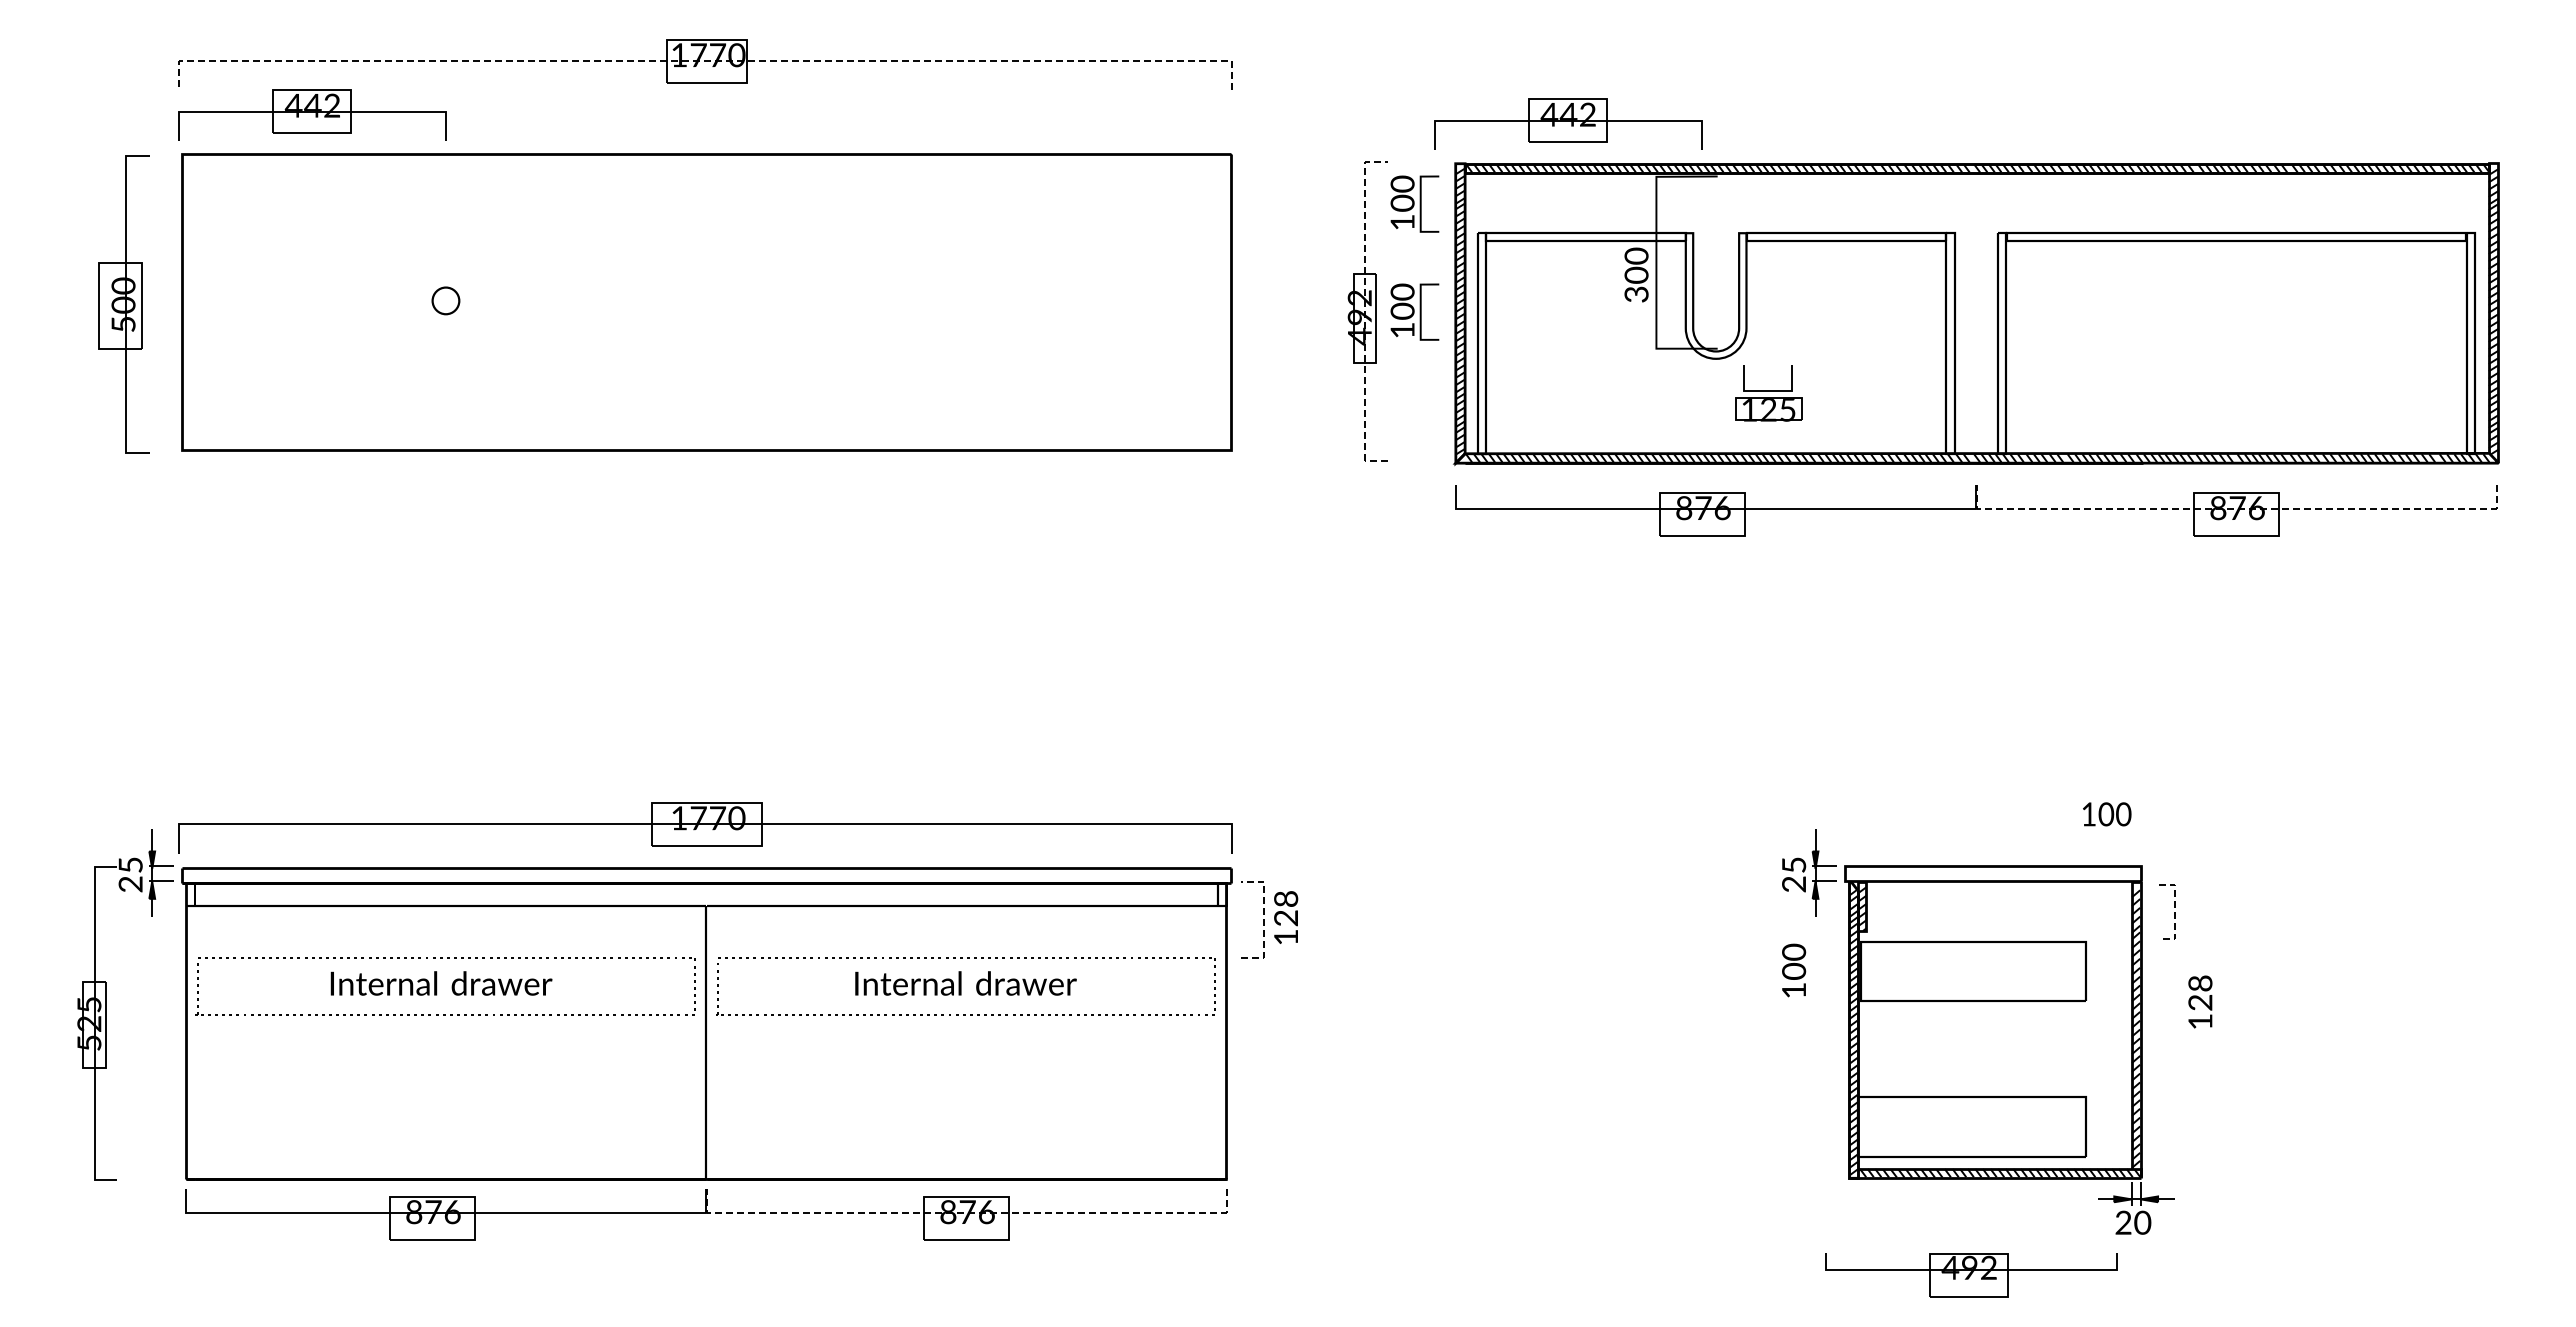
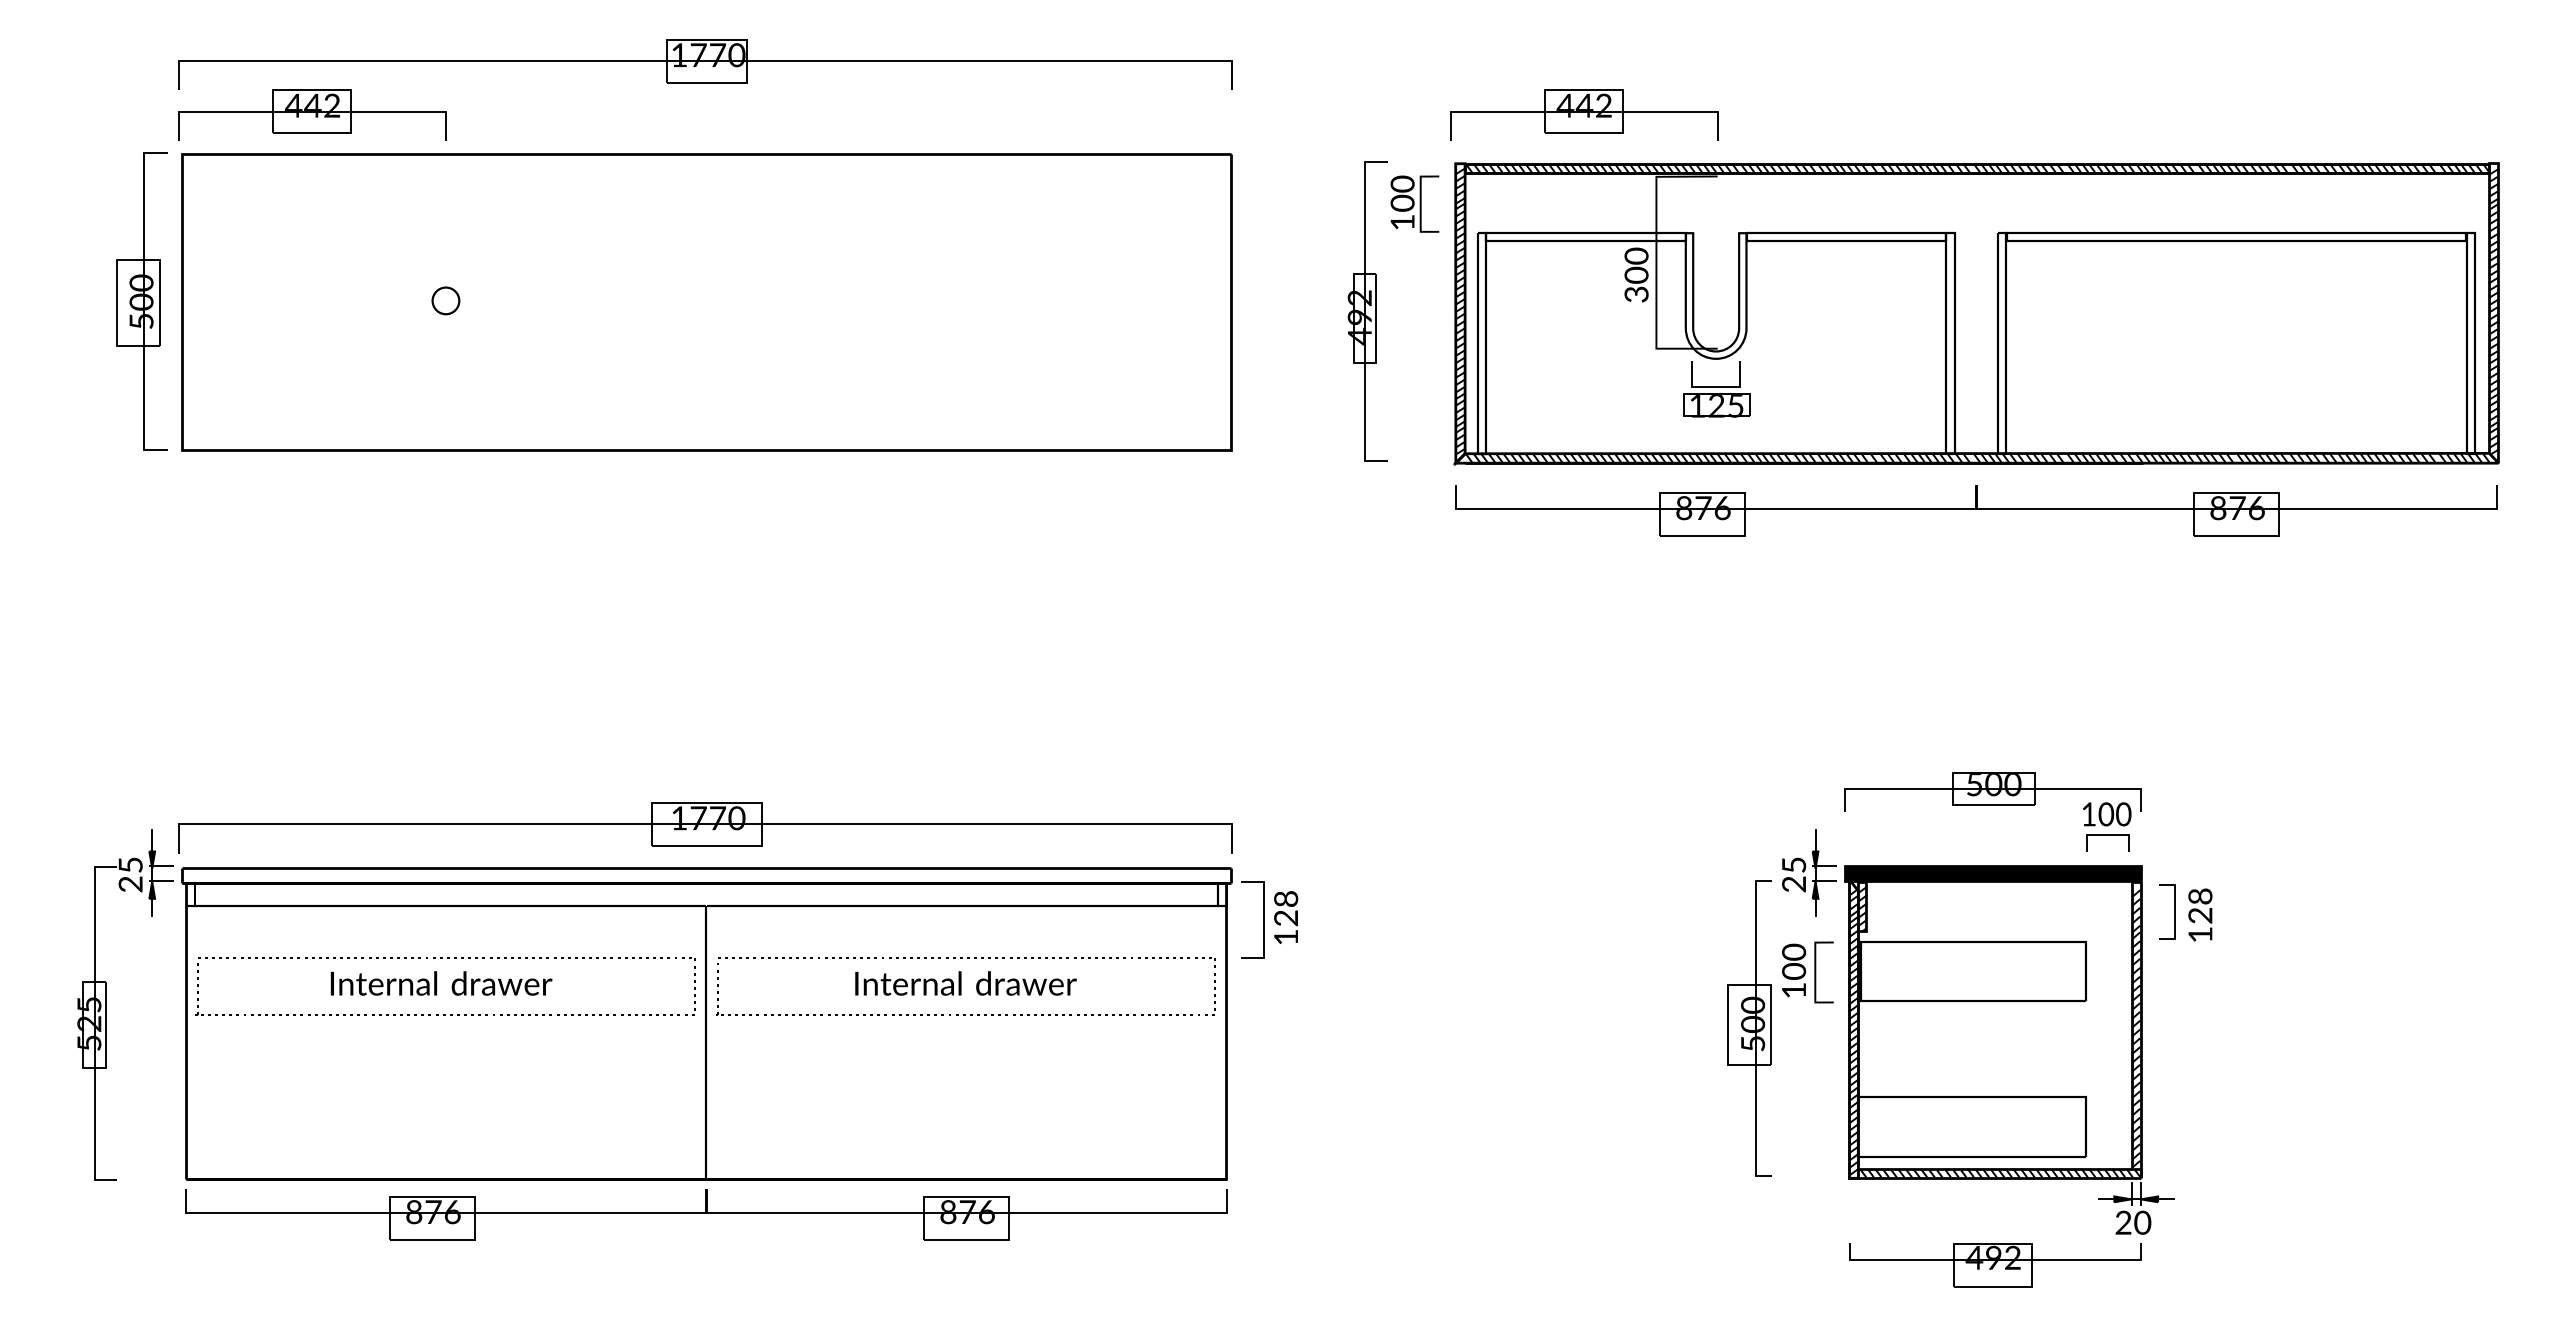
line at (704, 61): dashed -> solid
part at (1568, 123) position: (1568, 123) -> (1584, 114)
part at (123, 304) position: (123, 304) -> (141, 301)
line at (1364, 310): dashed -> solid
part at (1414, 311): present -> none
part at (1768, 393) position: (1768, 393) -> (1716, 389)
line at (2236, 508): dashed -> solid
part at (1992, 791): none -> present
line at (2107, 835): none -> present
fill at (1992, 873): none -> present
line at (2175, 912): dashed -> solid
line at (1264, 919): dashed -> solid
line at (1816, 972): none -> present
text at (2200, 1001) position: (2200, 1001) -> (2200, 914)
part at (1749, 1028): none -> present
line at (966, 1212): dashed -> solid
part at (1971, 1275) position: (1971, 1275) -> (1995, 1265)
